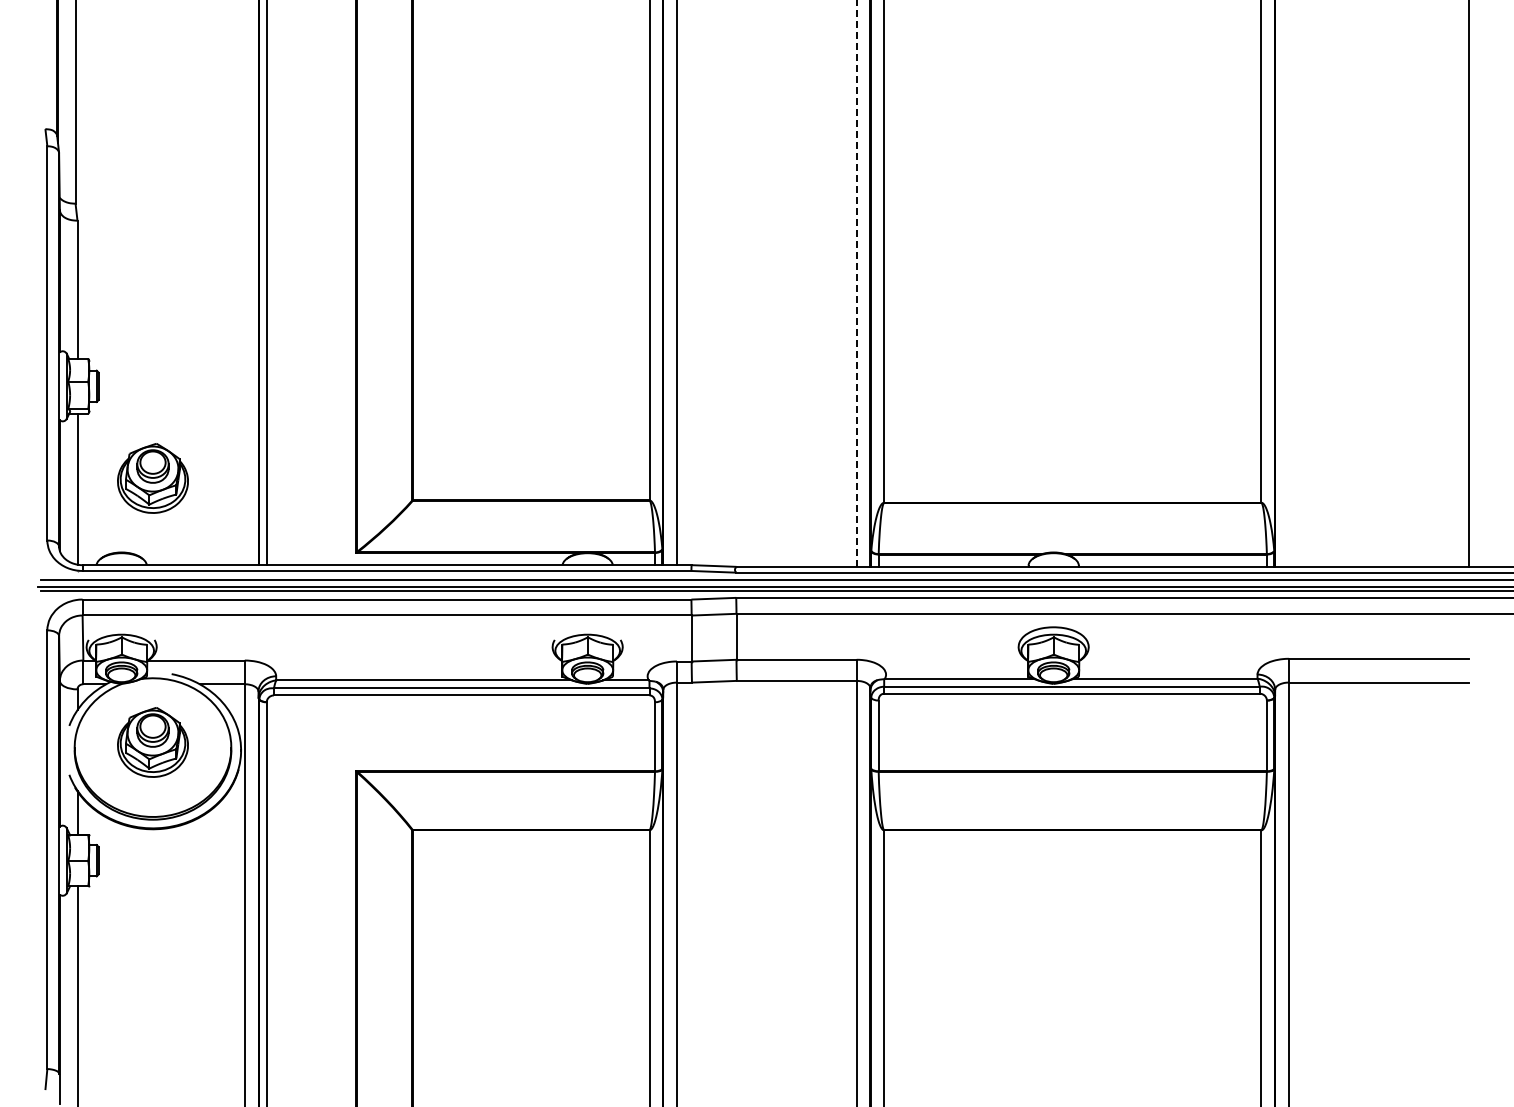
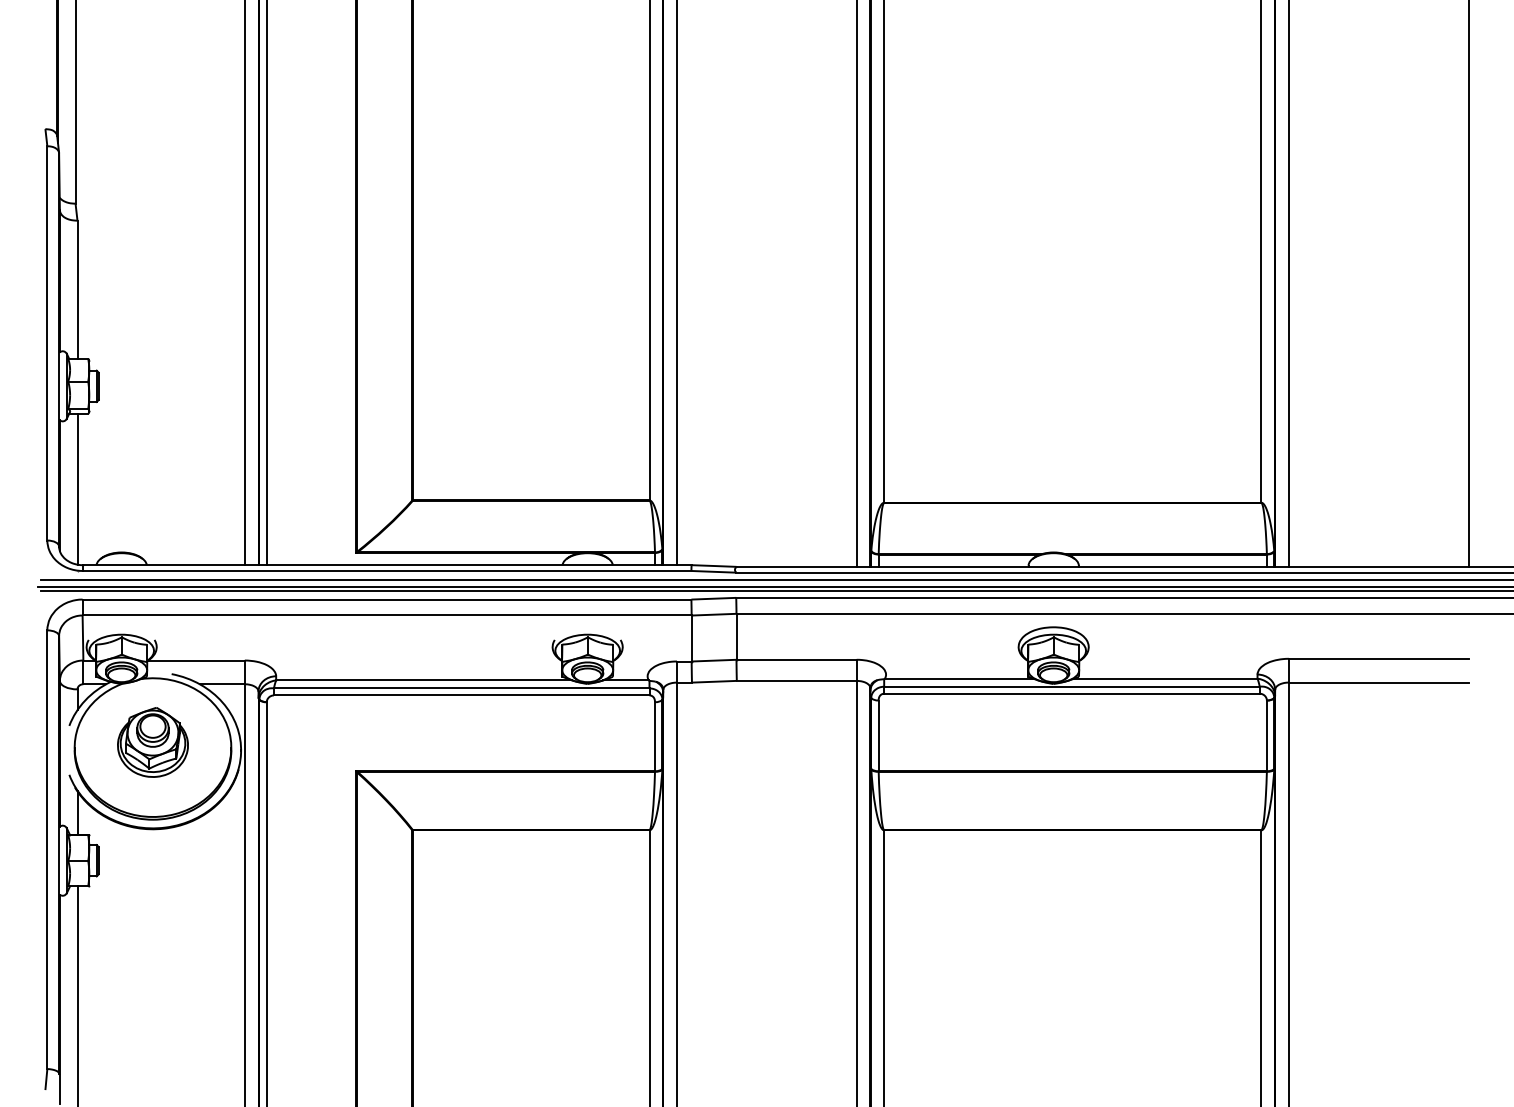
line at (244, 283): none -> present
line at (856, 283): dashed -> solid
line at (1288, 284): none -> present
part at (152, 478): present -> none
